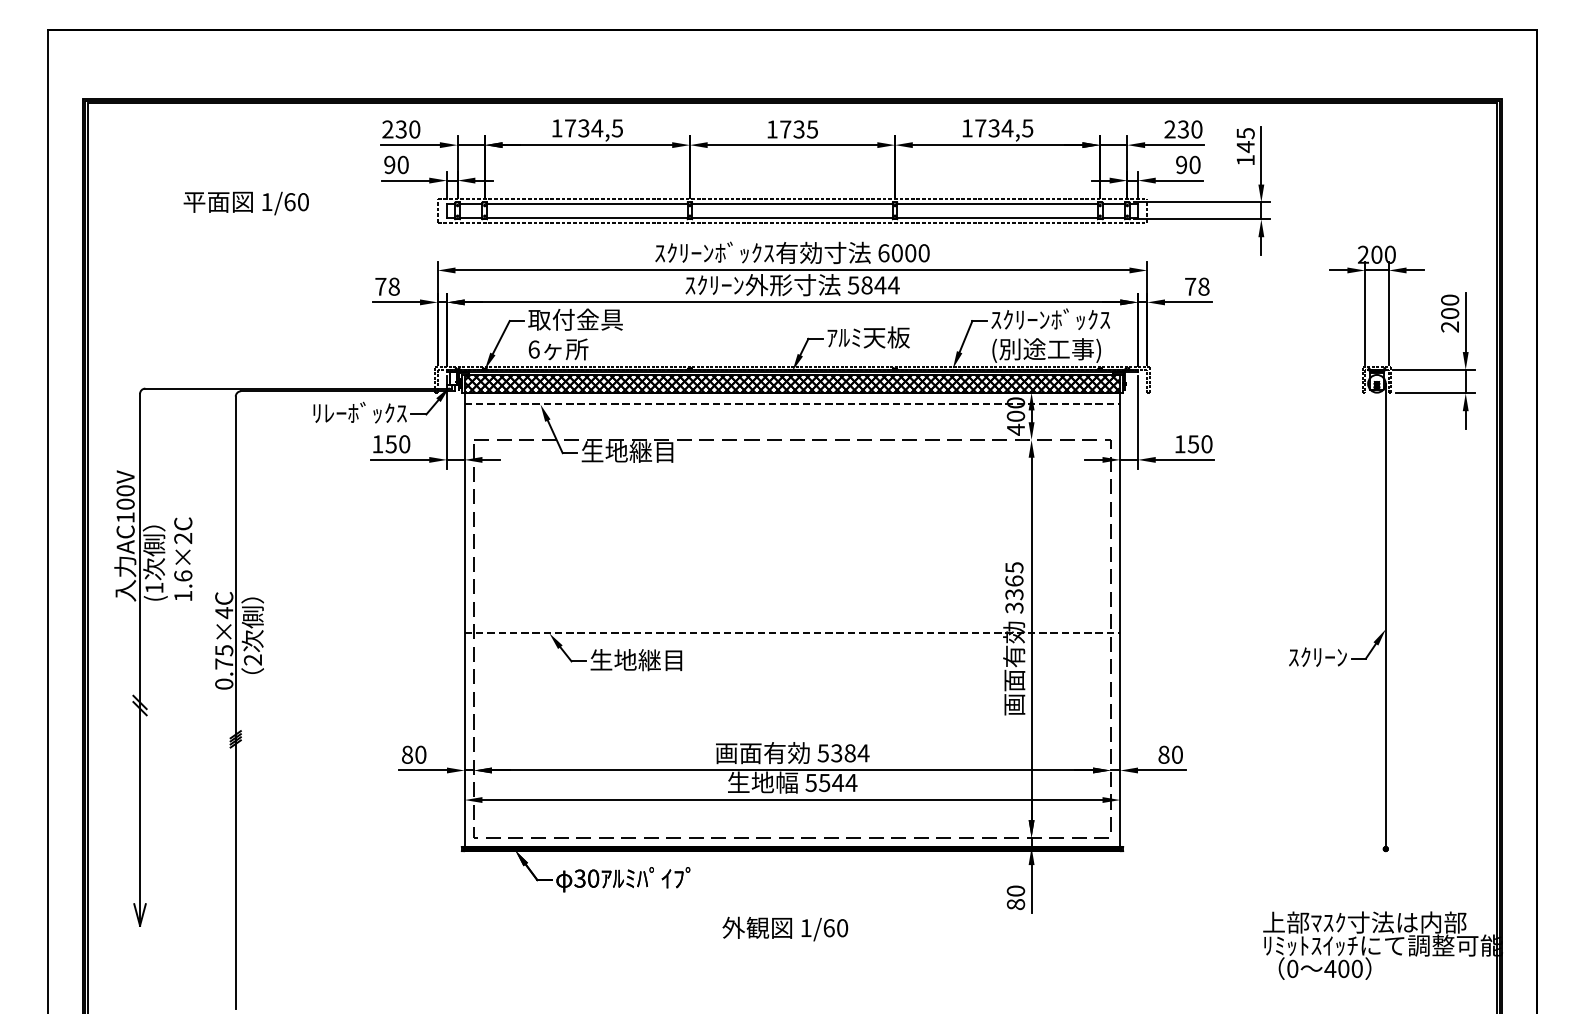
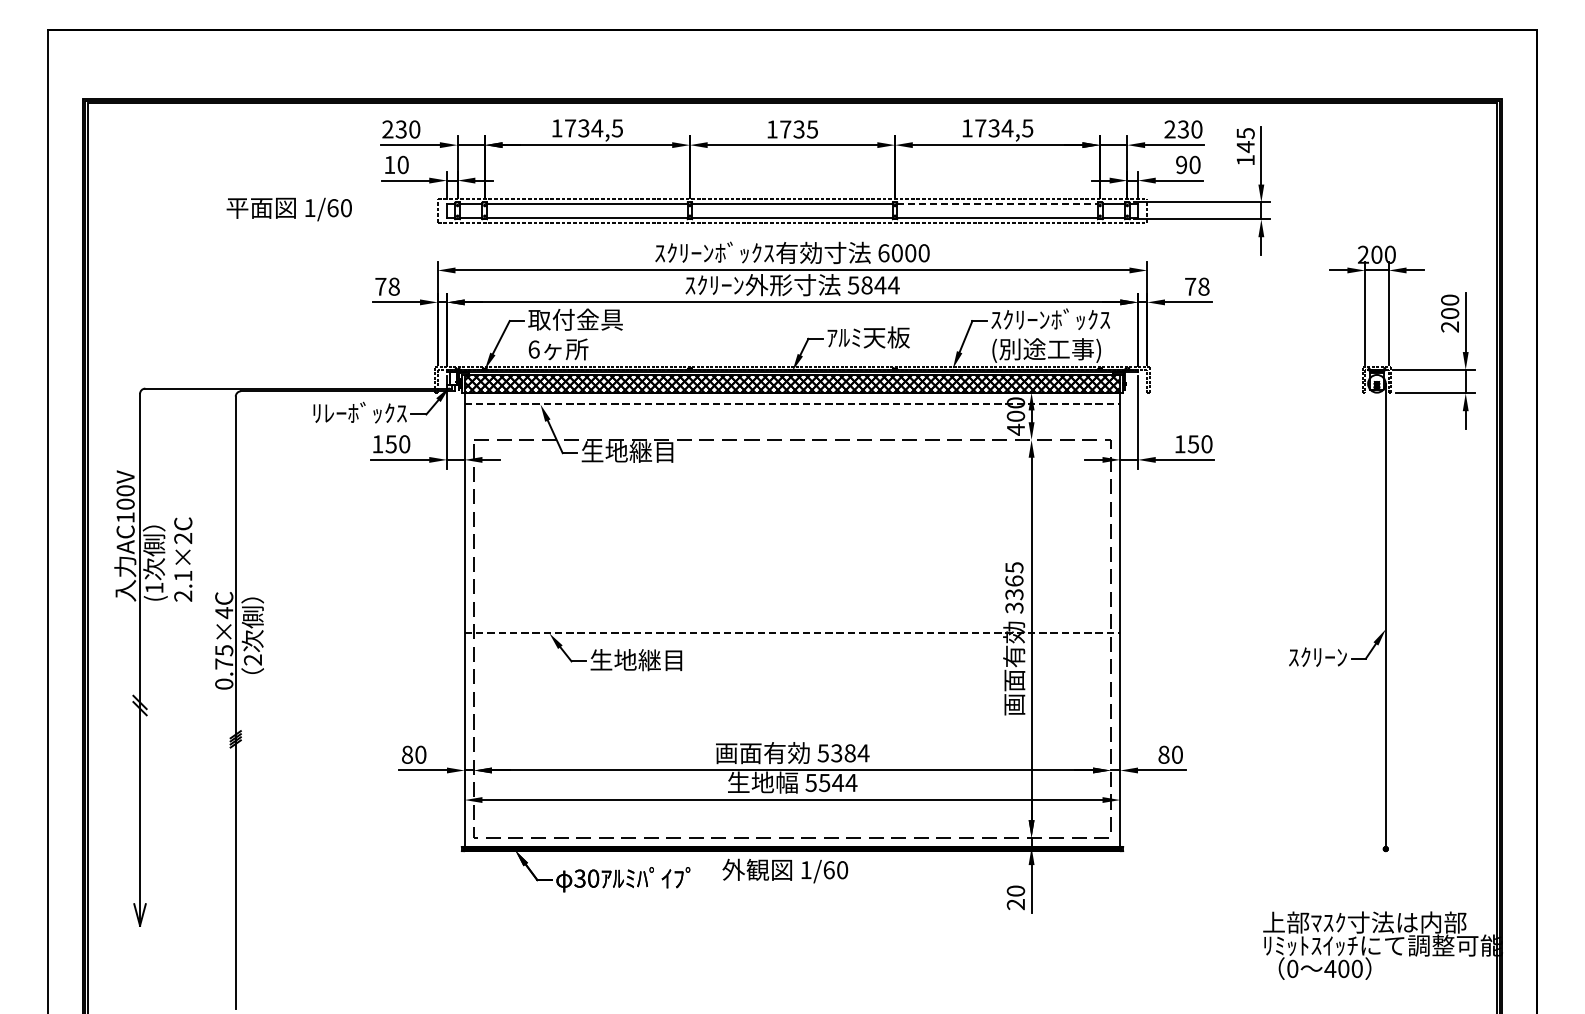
text at (389, 164): 90 -> 10
text at (245, 203) position: (245, 203) -> (288, 209)
line at (998, 203): solid -> dashed
text at (183, 585): 1.6×2C -> 2.1×2C
text at (1015, 904): 80 -> 20
text at (785, 928) position: (785, 928) -> (785, 870)
